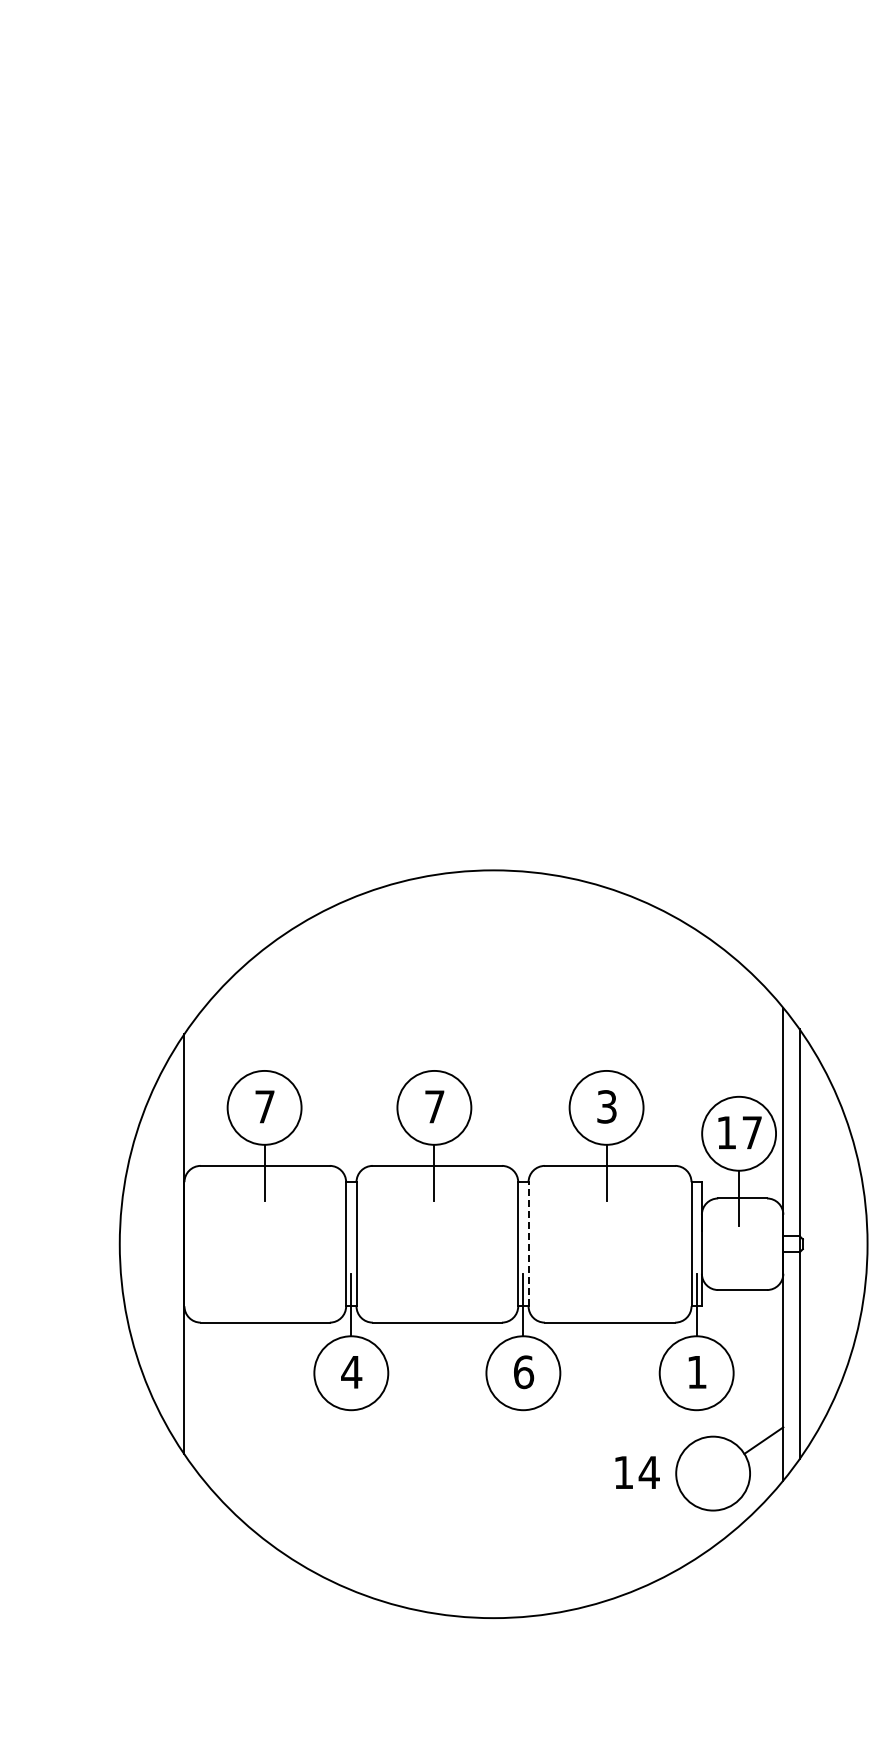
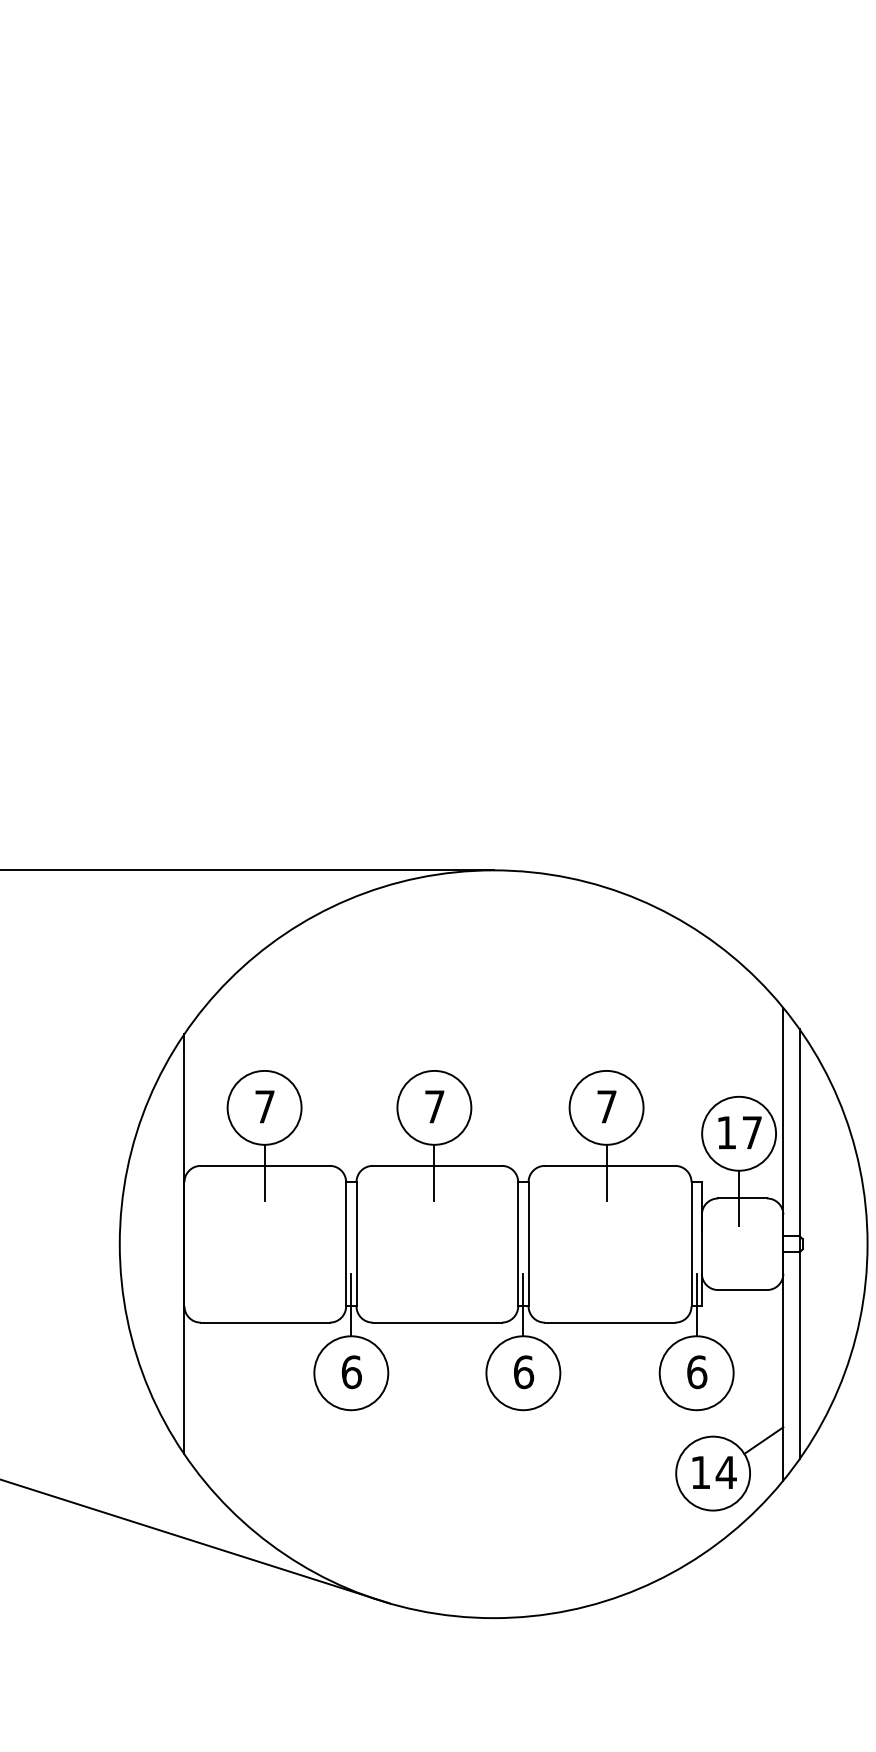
line at (247, 870): none -> present
text at (606, 1106): 3 -> 7
line at (528, 1243): dashed -> solid
text at (351, 1372): 4 -> 6
text at (697, 1372): 1 -> 6
text at (637, 1472) position: (637, 1472) -> (714, 1472)
line at (195, 1541): none -> present
